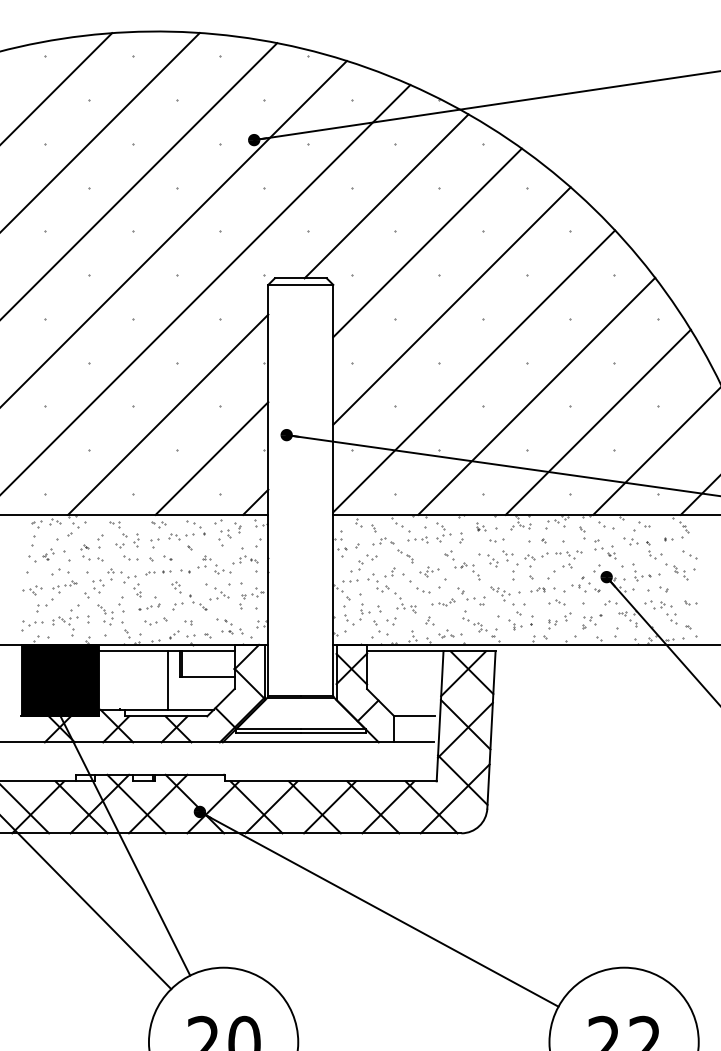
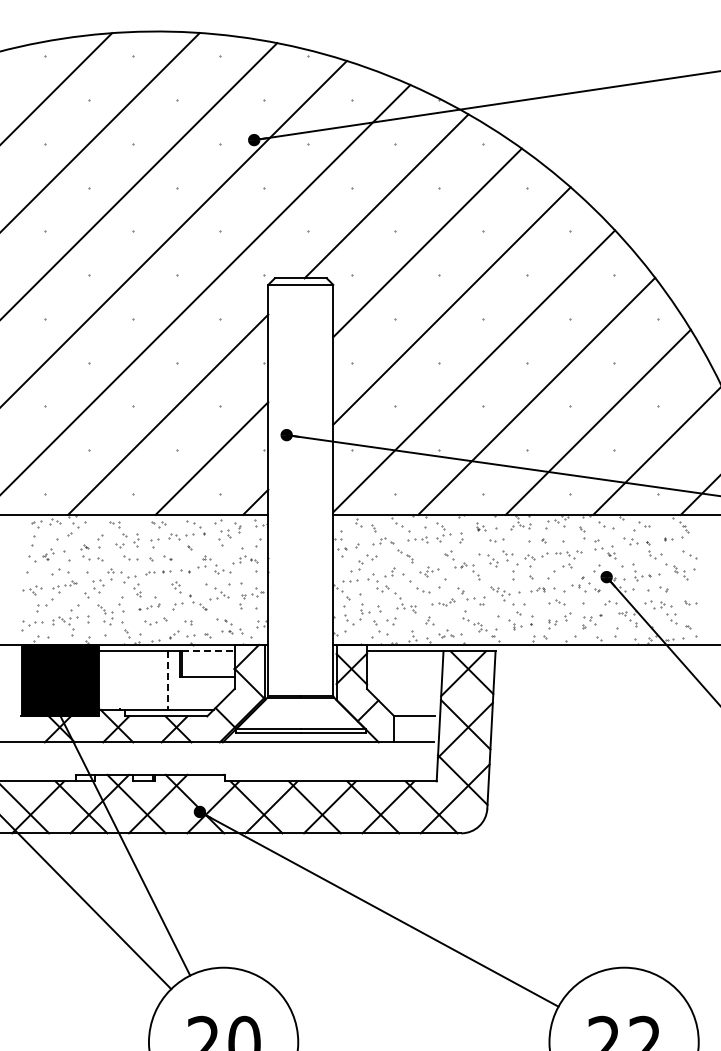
line at (208, 651): solid -> dashed
line at (167, 681): solid -> dashed
